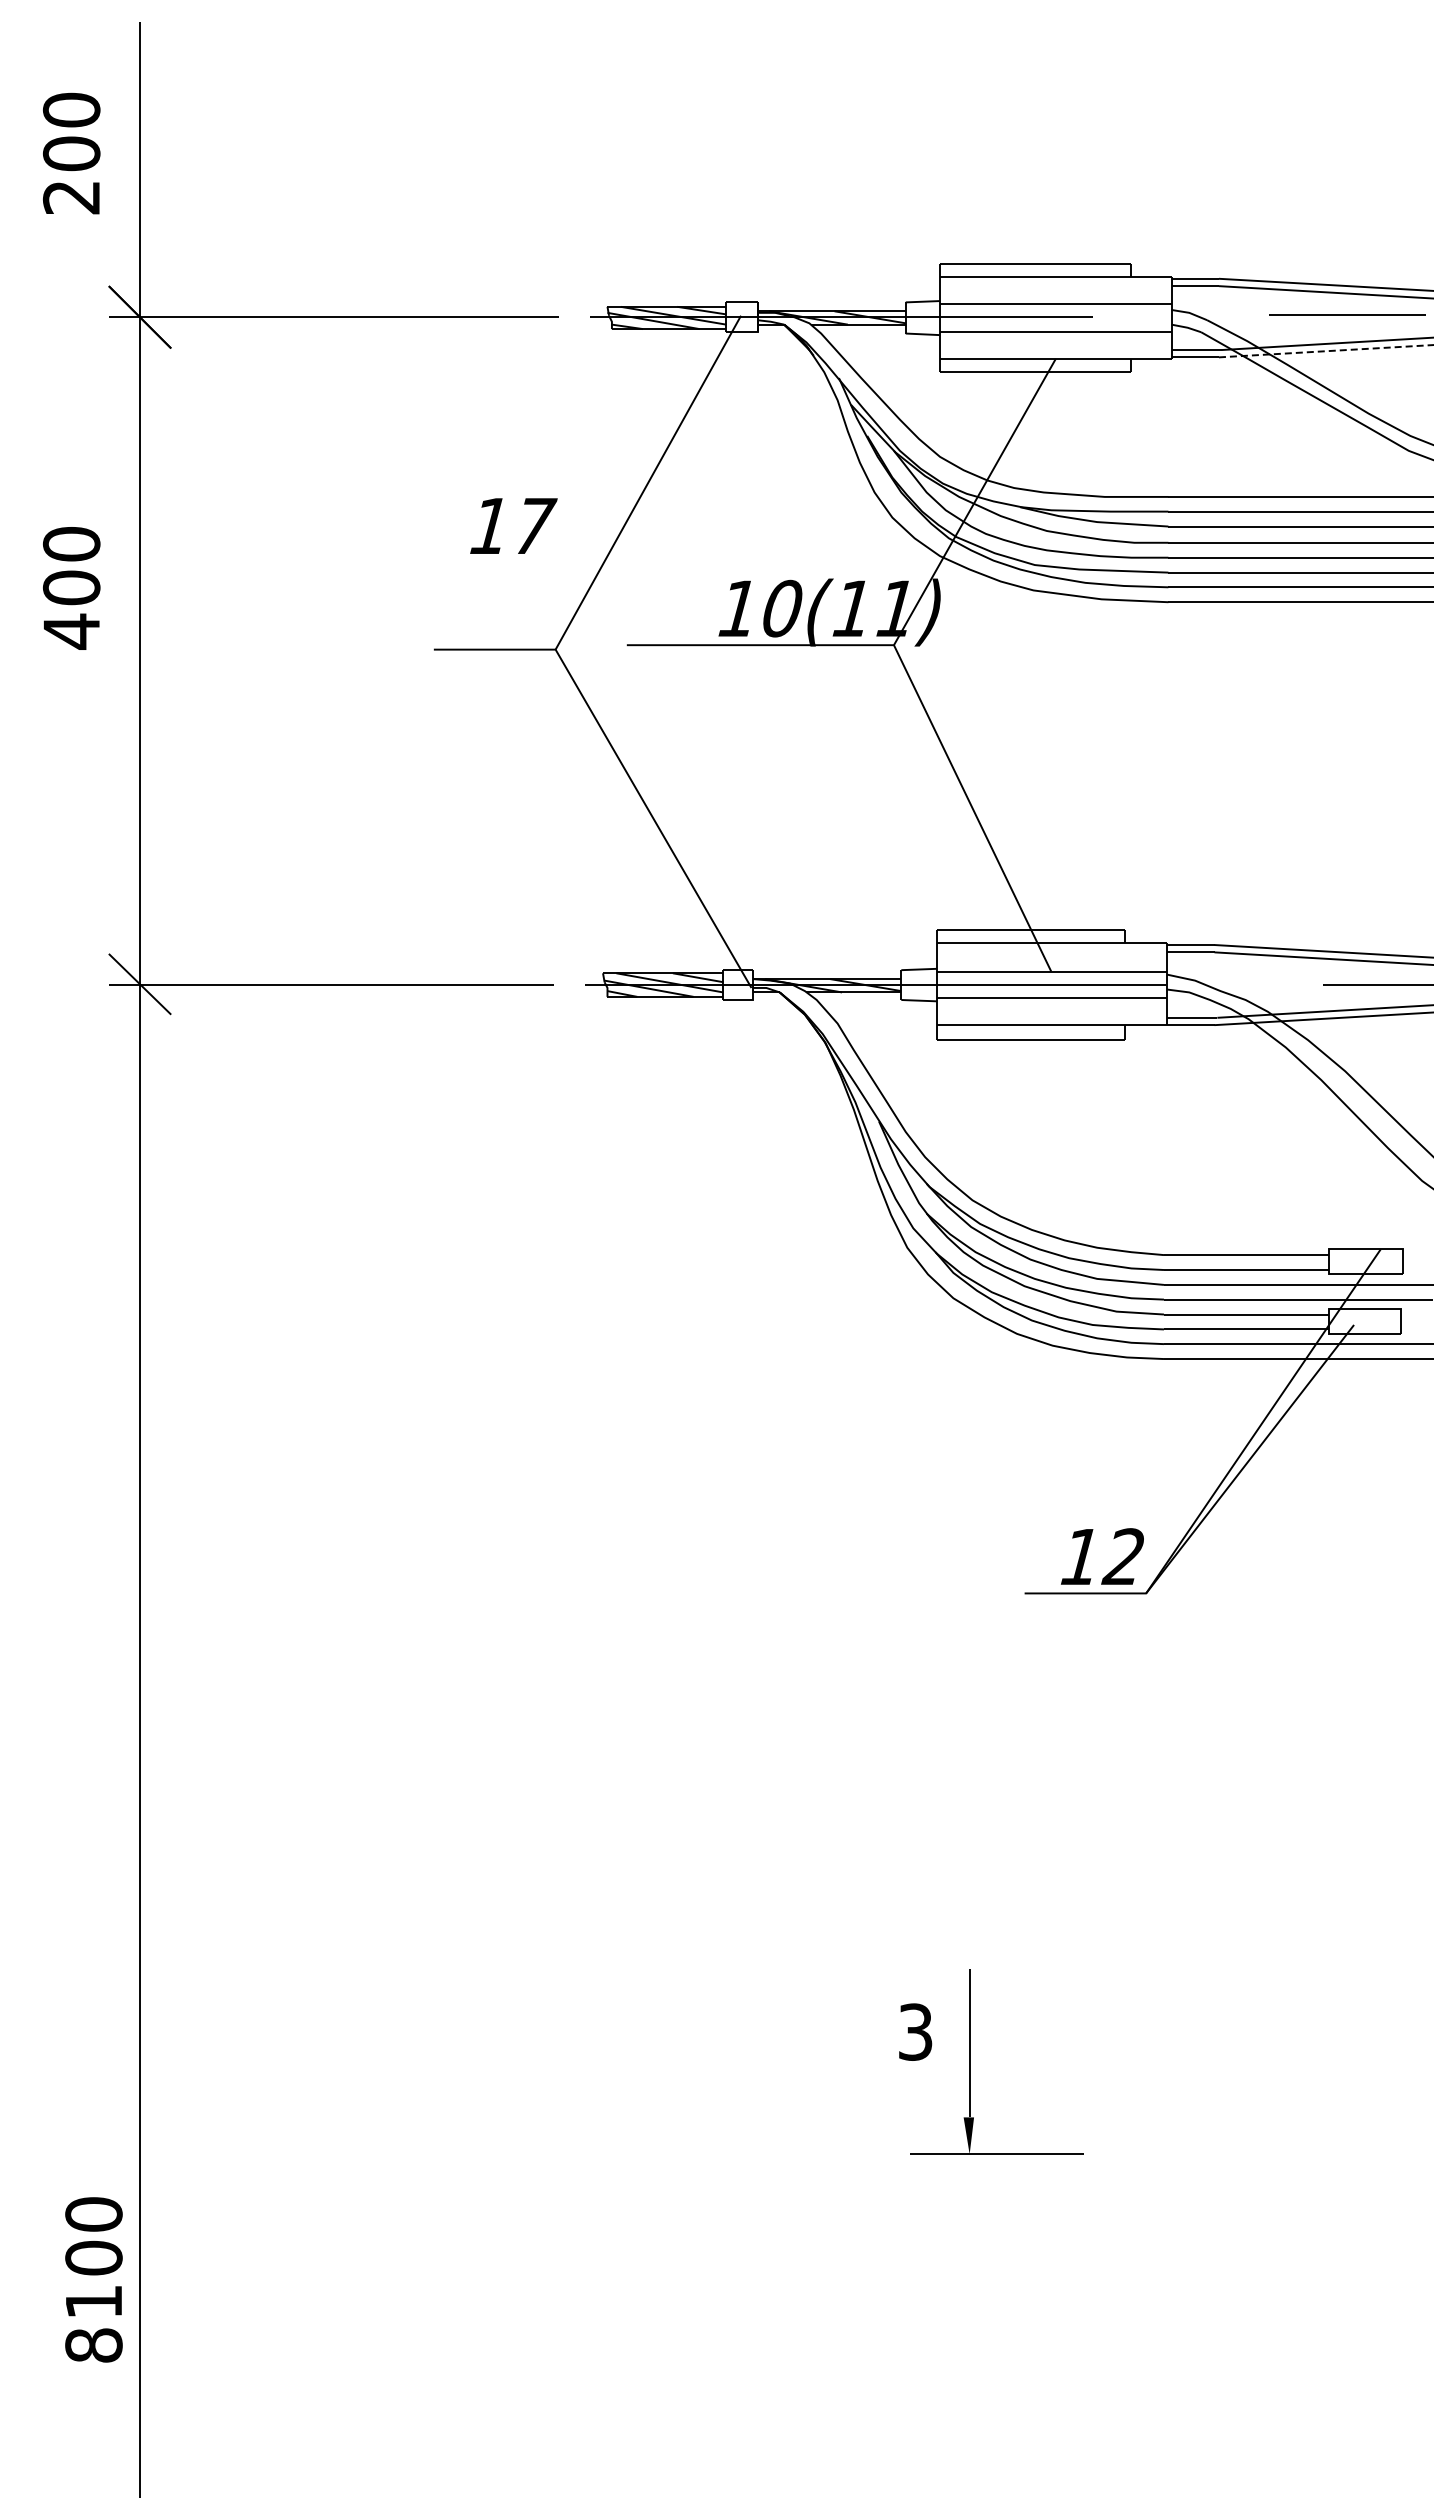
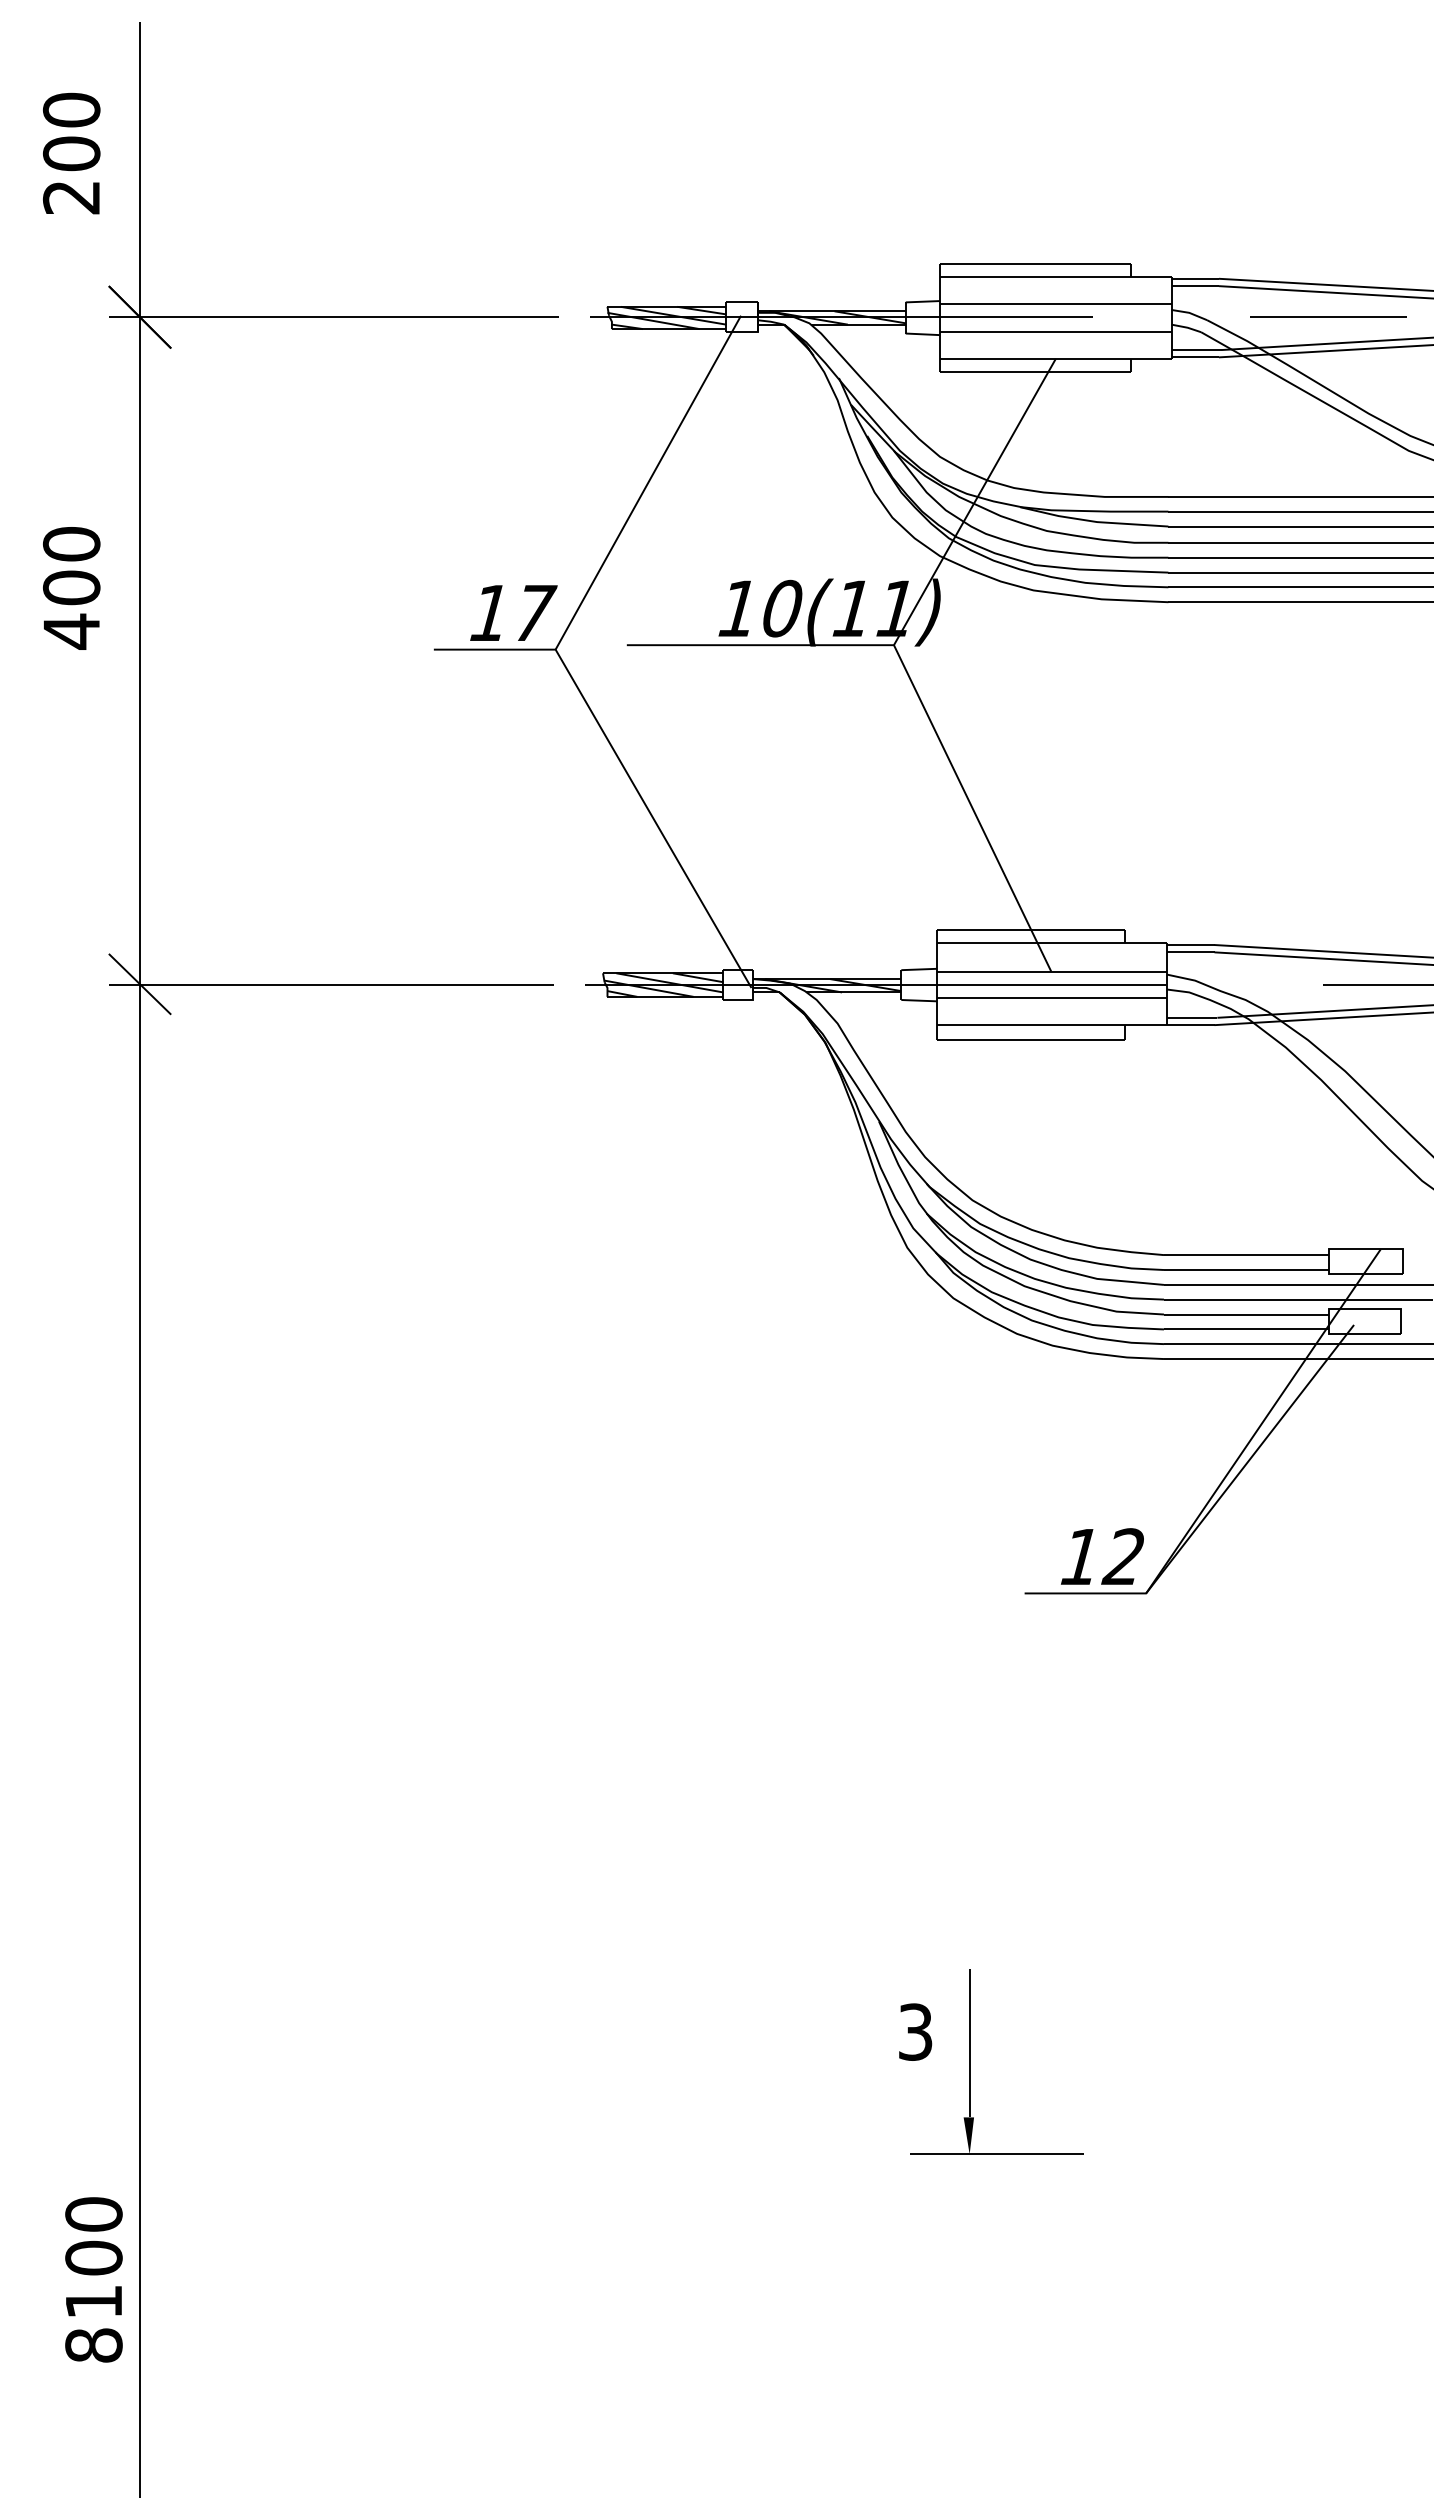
line at (1347, 314) position: (1347, 314) -> (1328, 316)
line at (1326, 351): dashed -> solid
text at (513, 525) position: (513, 525) -> (513, 612)
